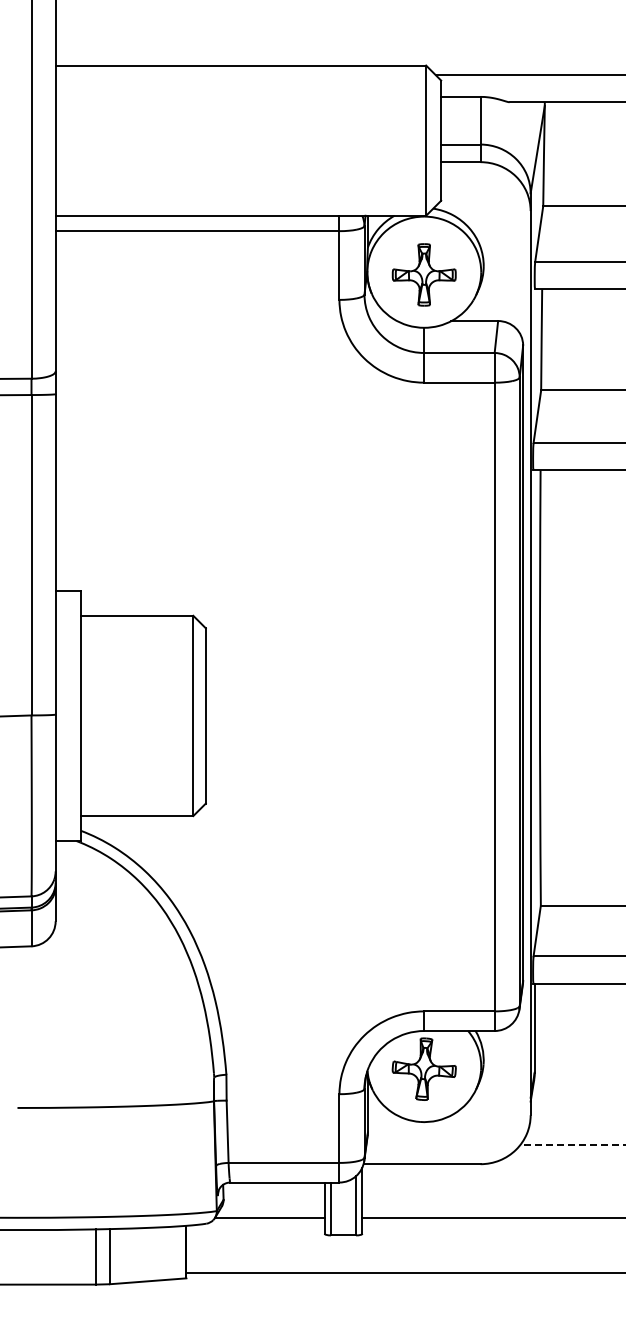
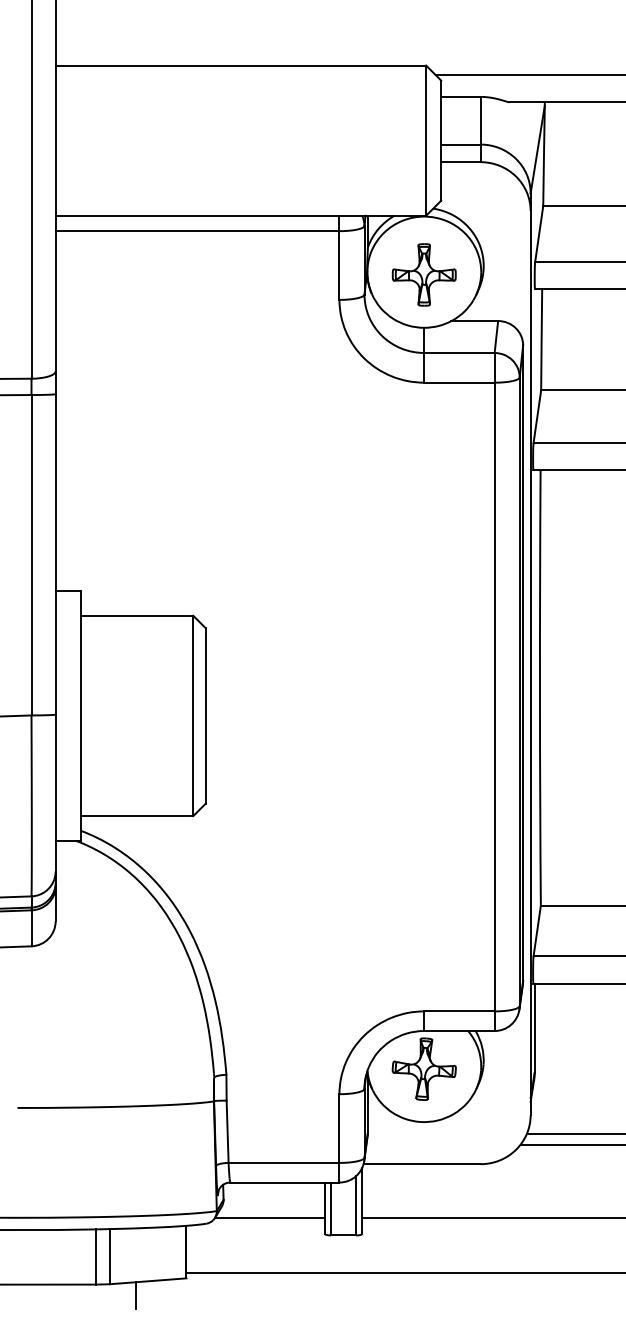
line at (574, 1133): none -> present
line at (572, 1144): dashed -> solid
line at (136, 1295): none -> present
